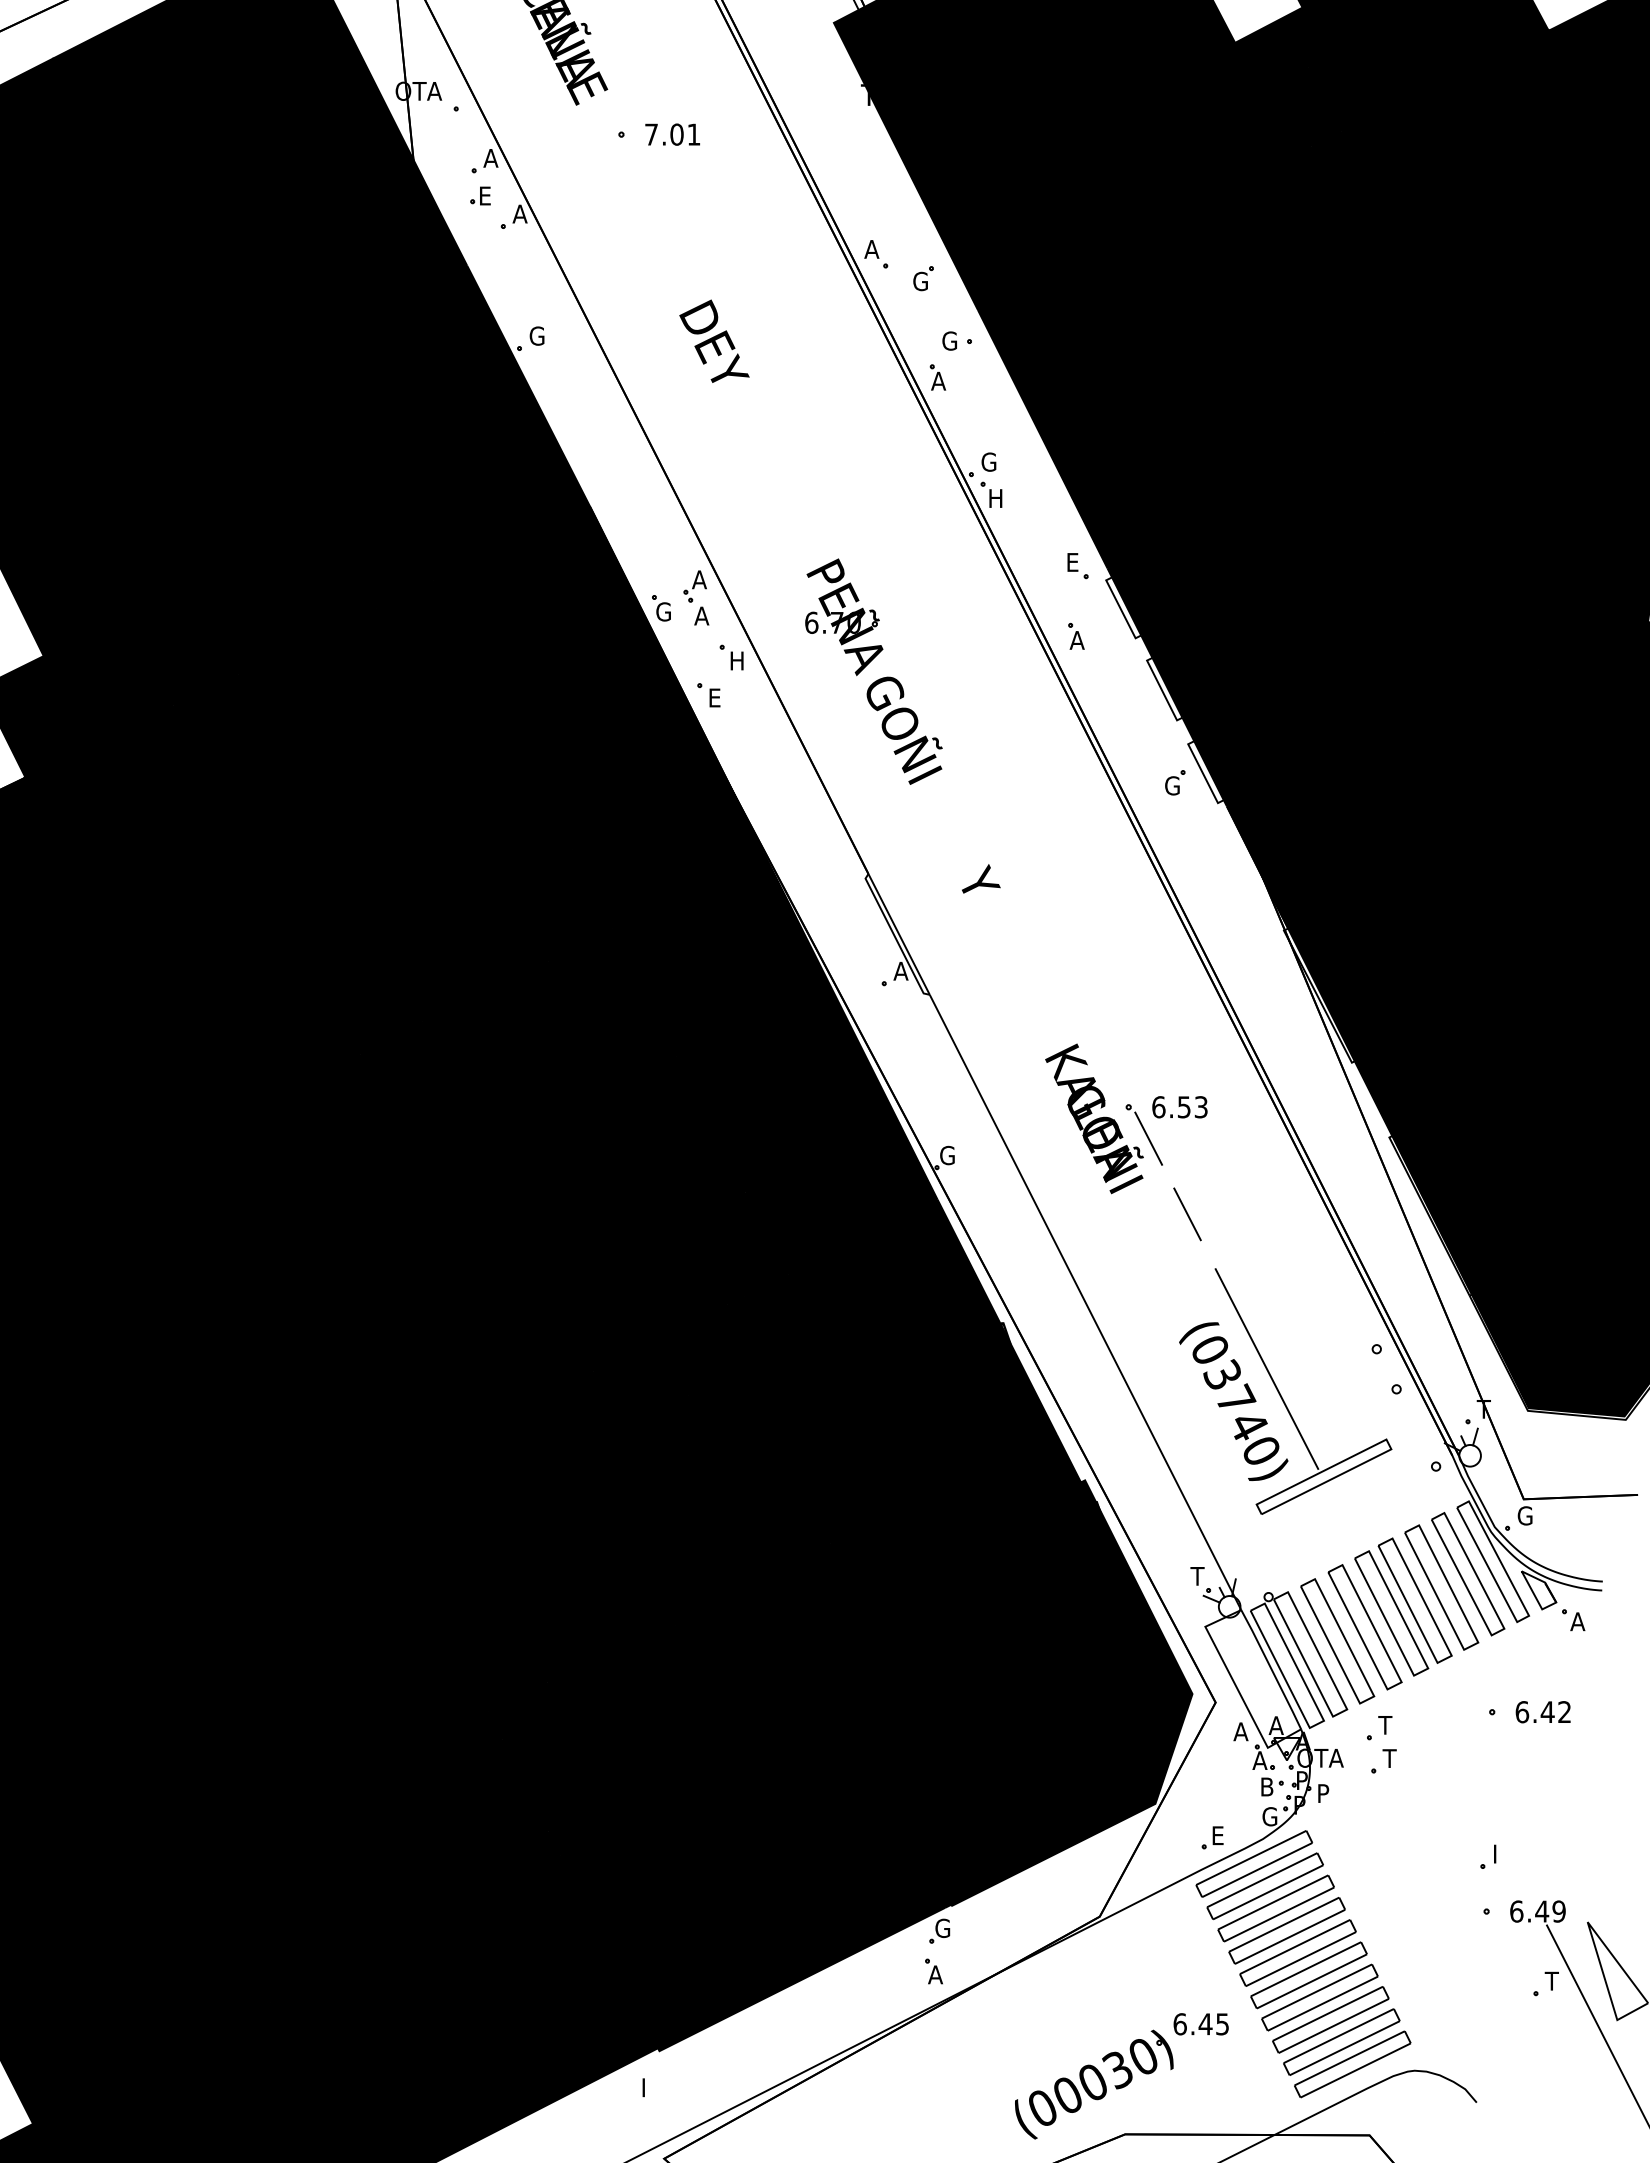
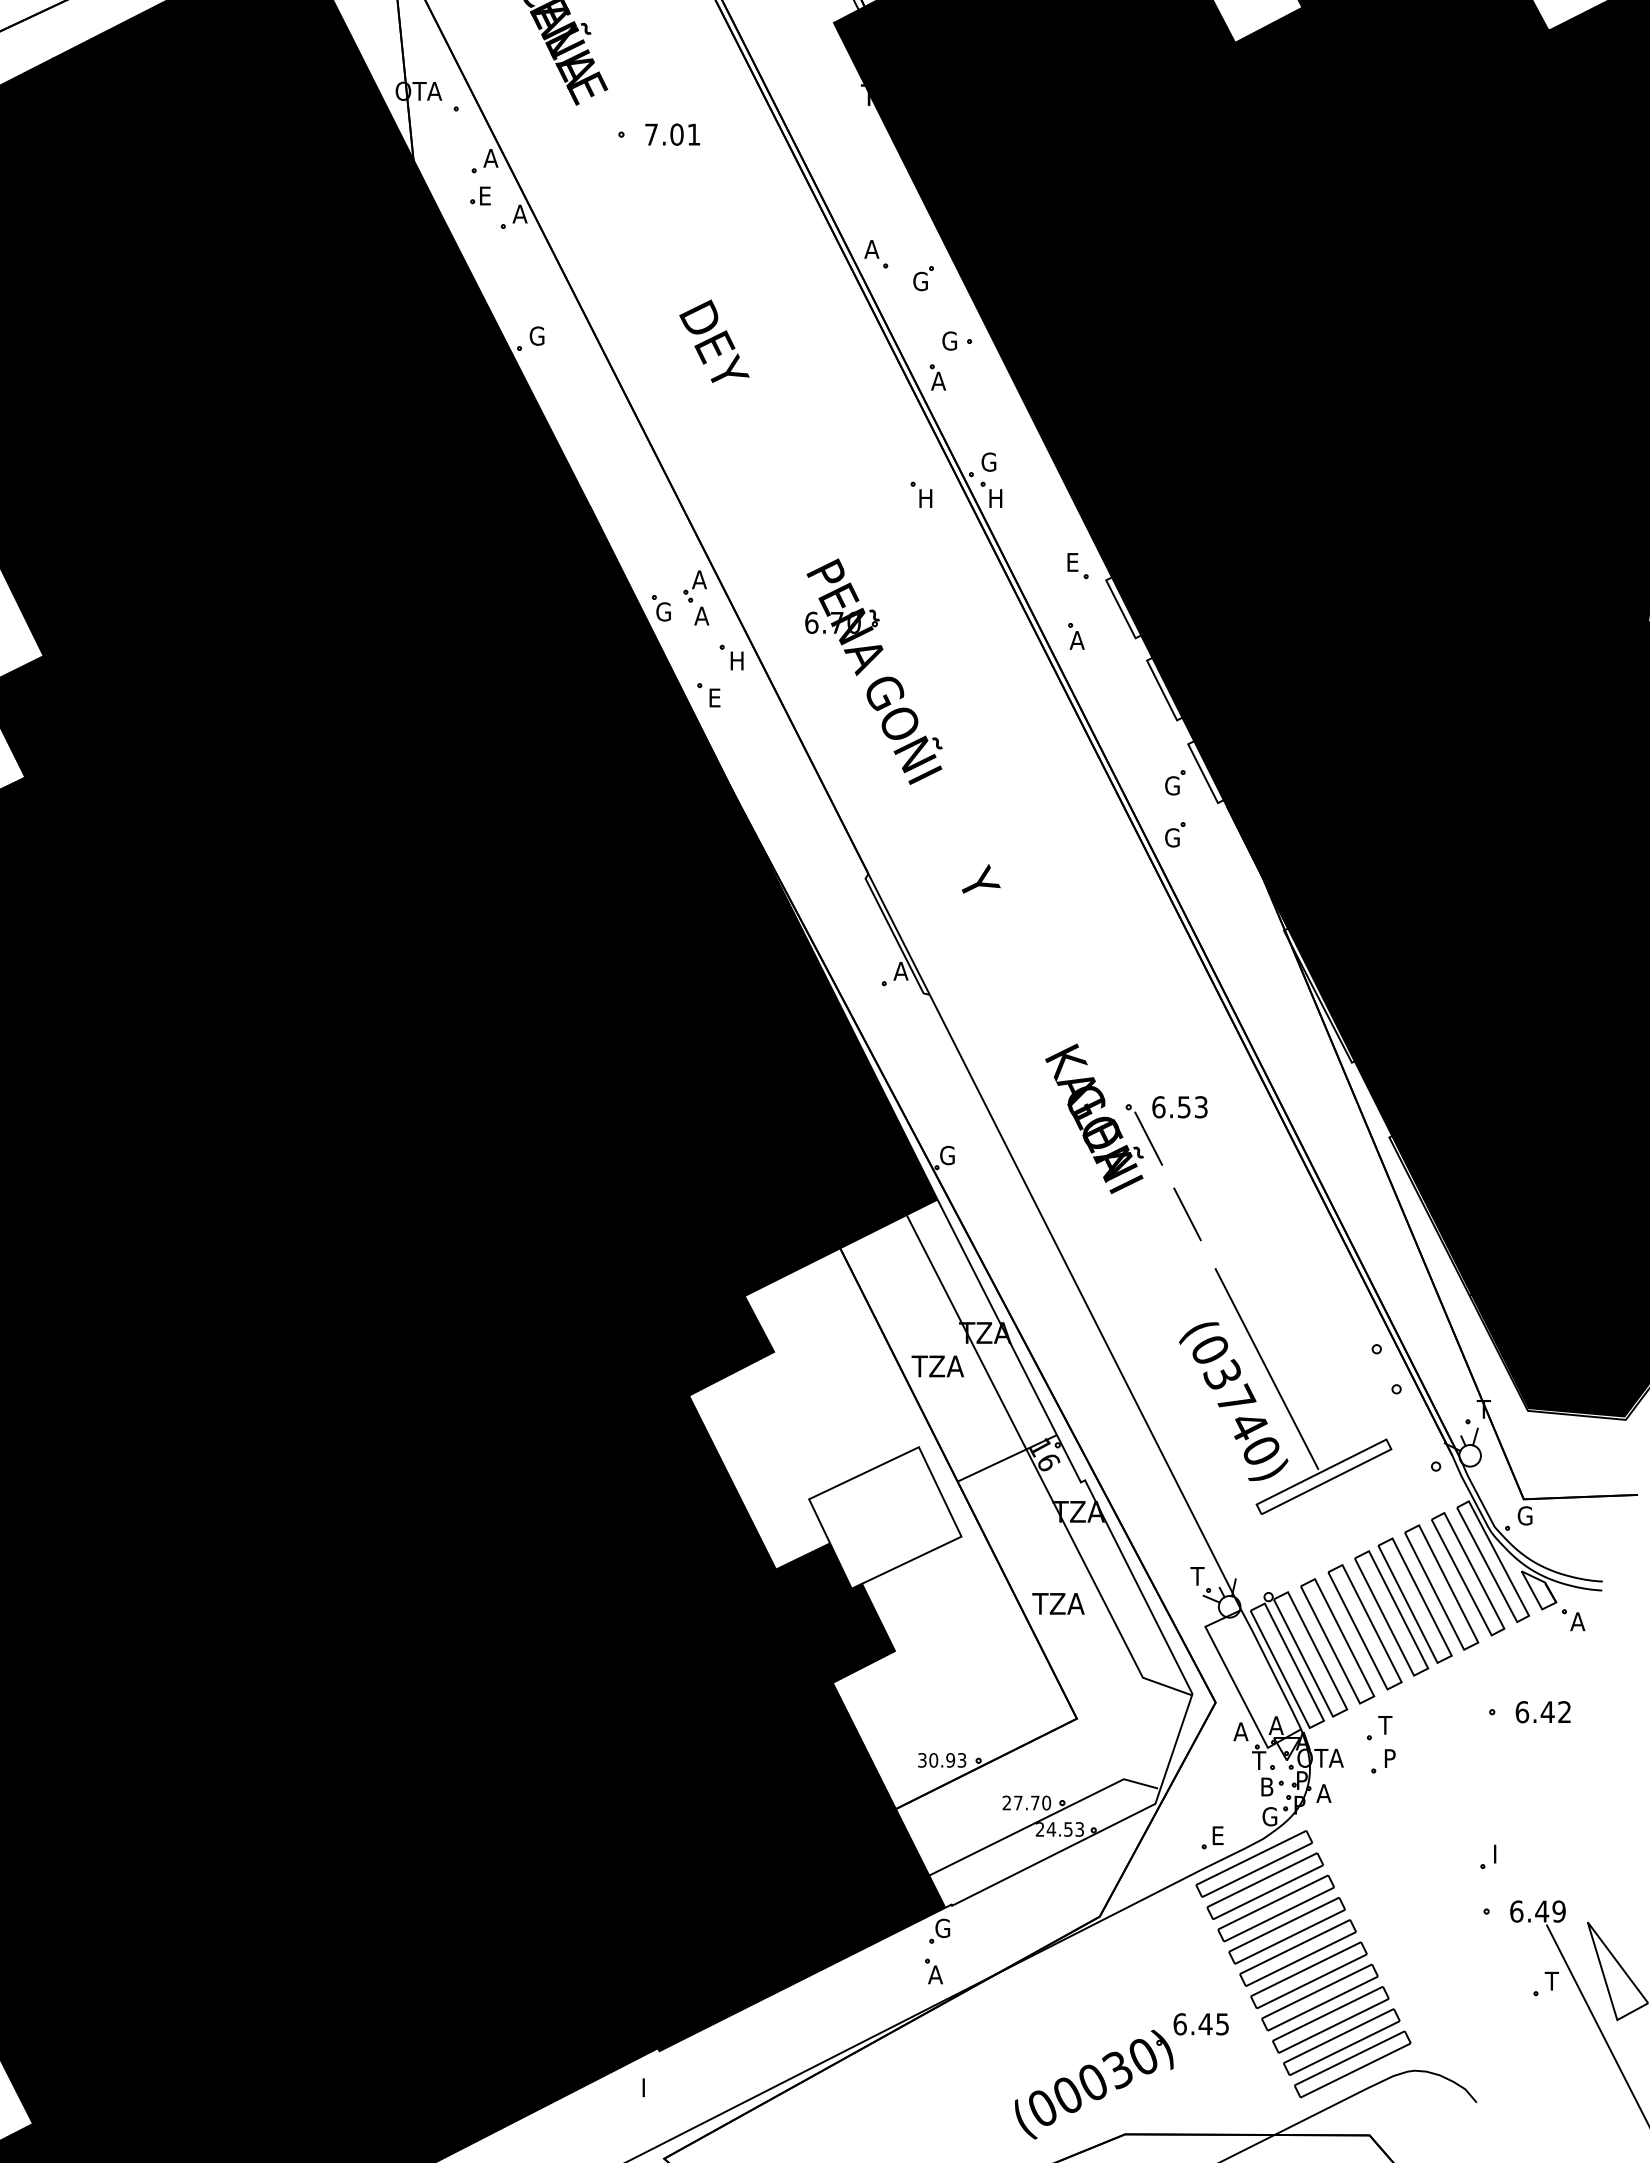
part at (921, 494): none -> present
part at (1175, 834): none -> present
fill at (940, 1553): present -> none
text at (1389, 1758): T -> P
text at (1259, 1760): A -> T
text at (1323, 1793): P -> A
